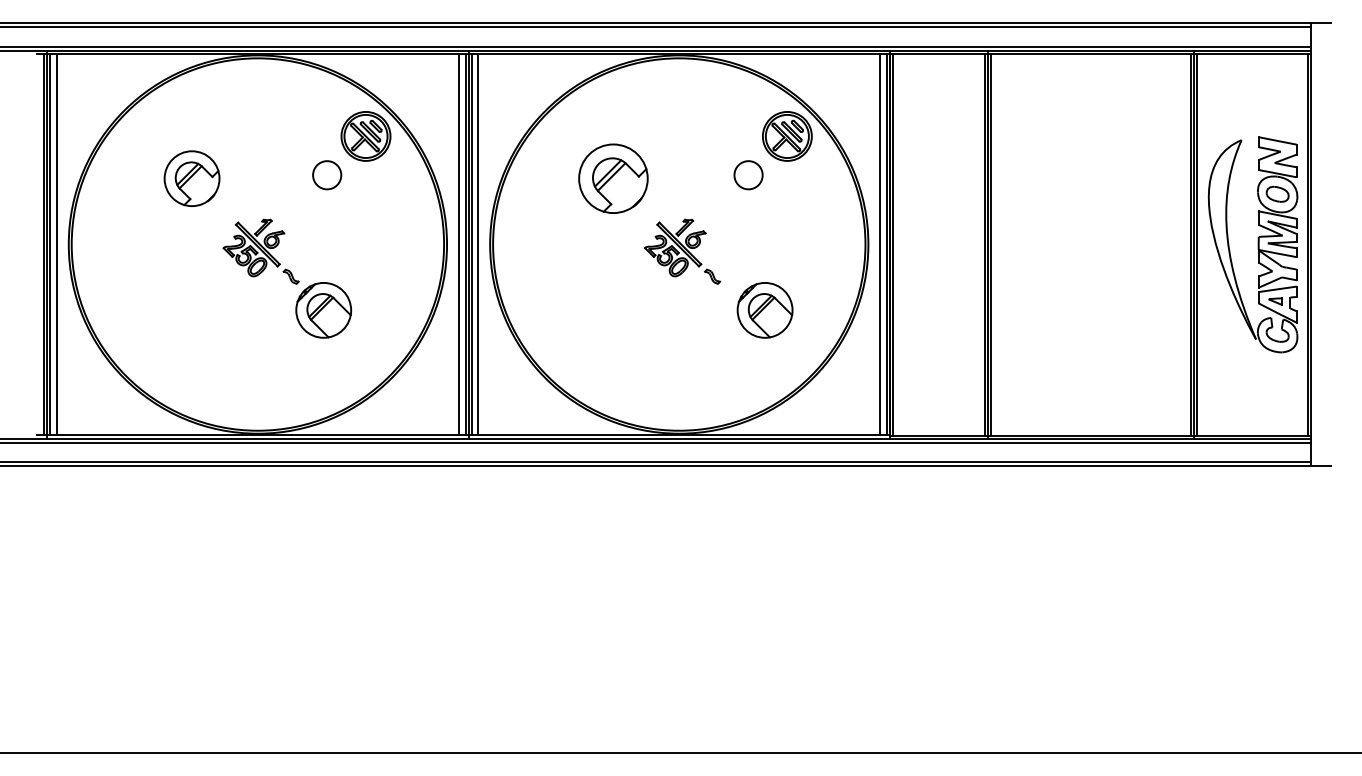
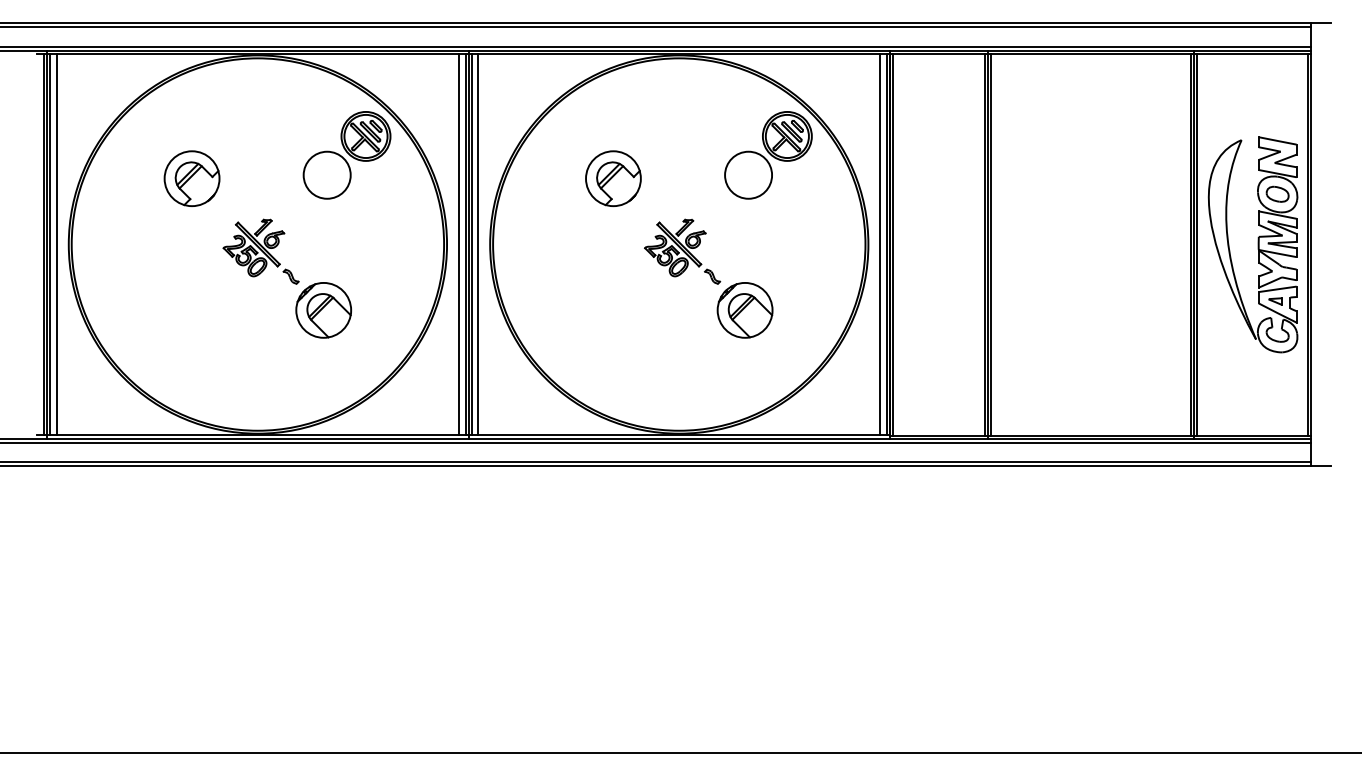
circle at (327, 175) diameter: 28 px -> 47 px
circle at (748, 175) diameter: 28 px -> 47 px
part at (613, 178) size: 71x71 px -> 57x57 px
part at (764, 310) position: (764, 310) -> (744, 310)
